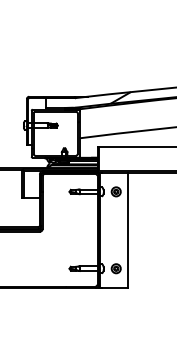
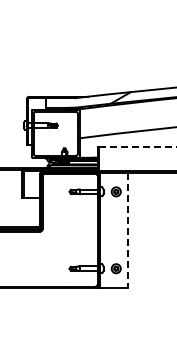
line at (137, 146): solid -> dashed
line at (127, 230): solid -> dashed
